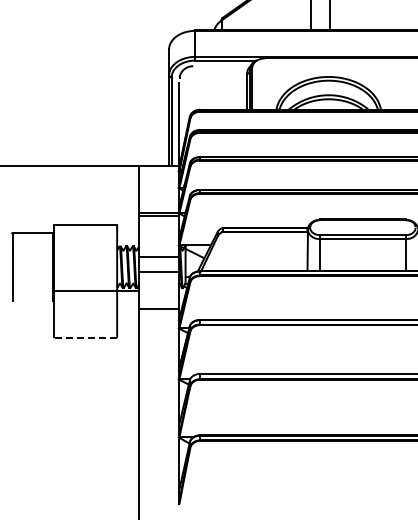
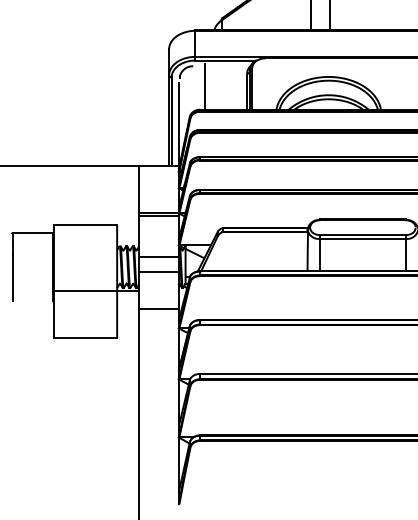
line at (205, 86): none -> present
line at (85, 338): dashed -> solid
